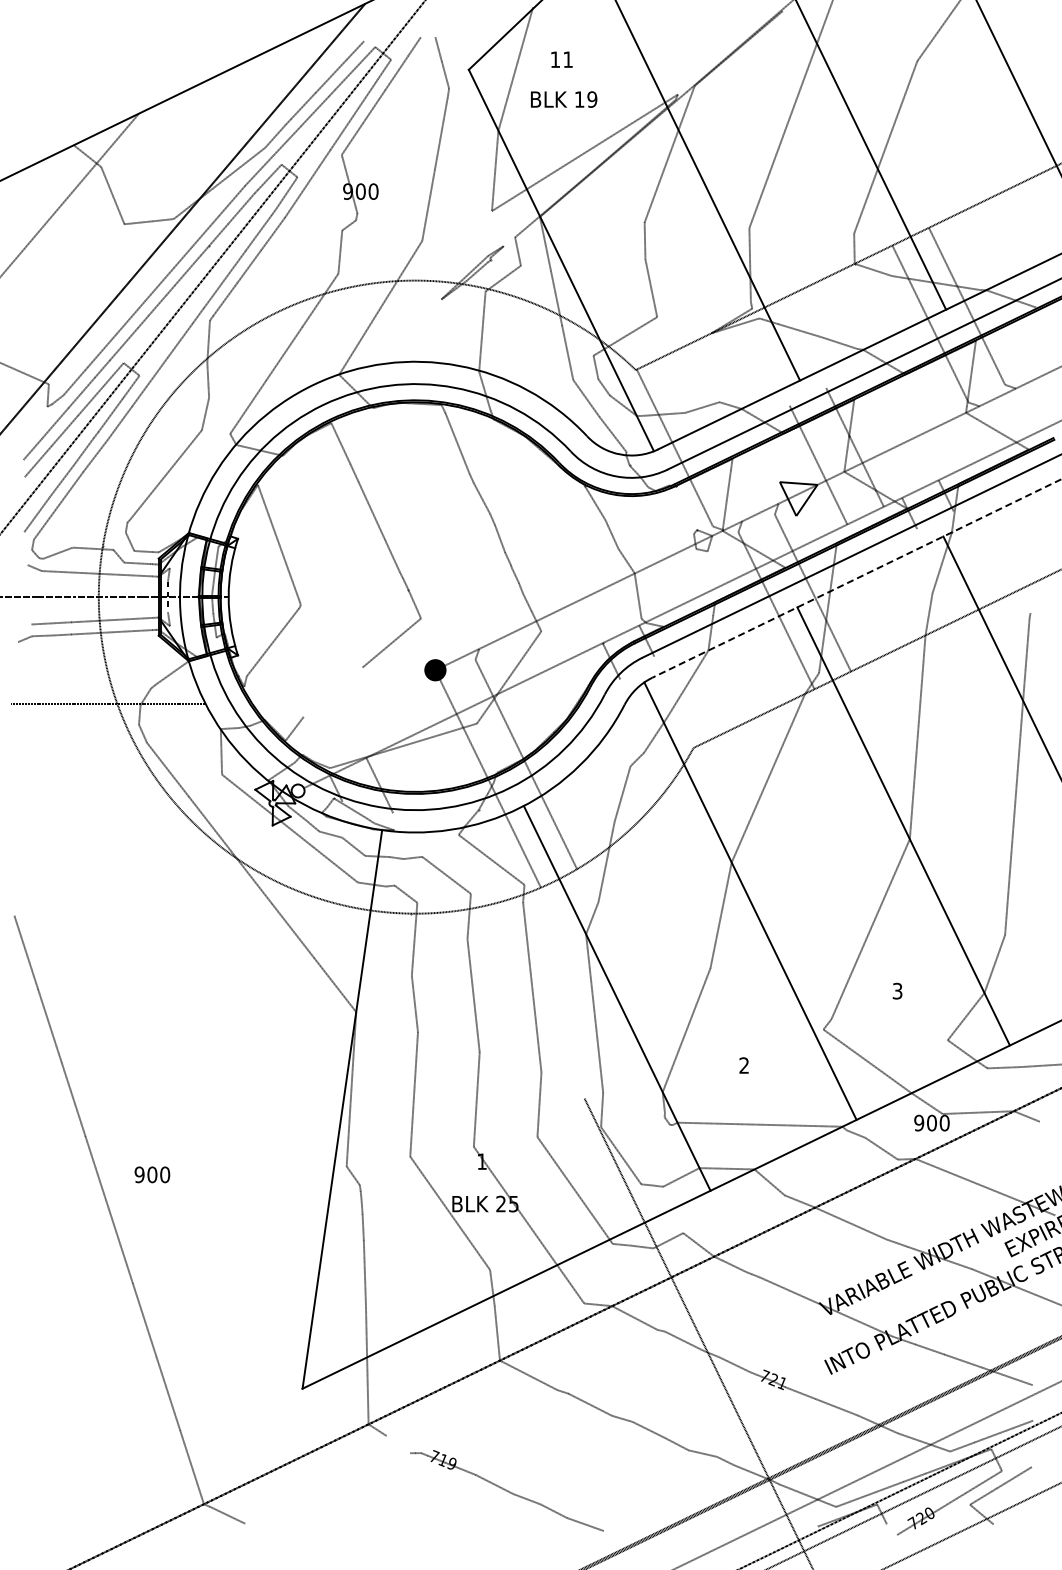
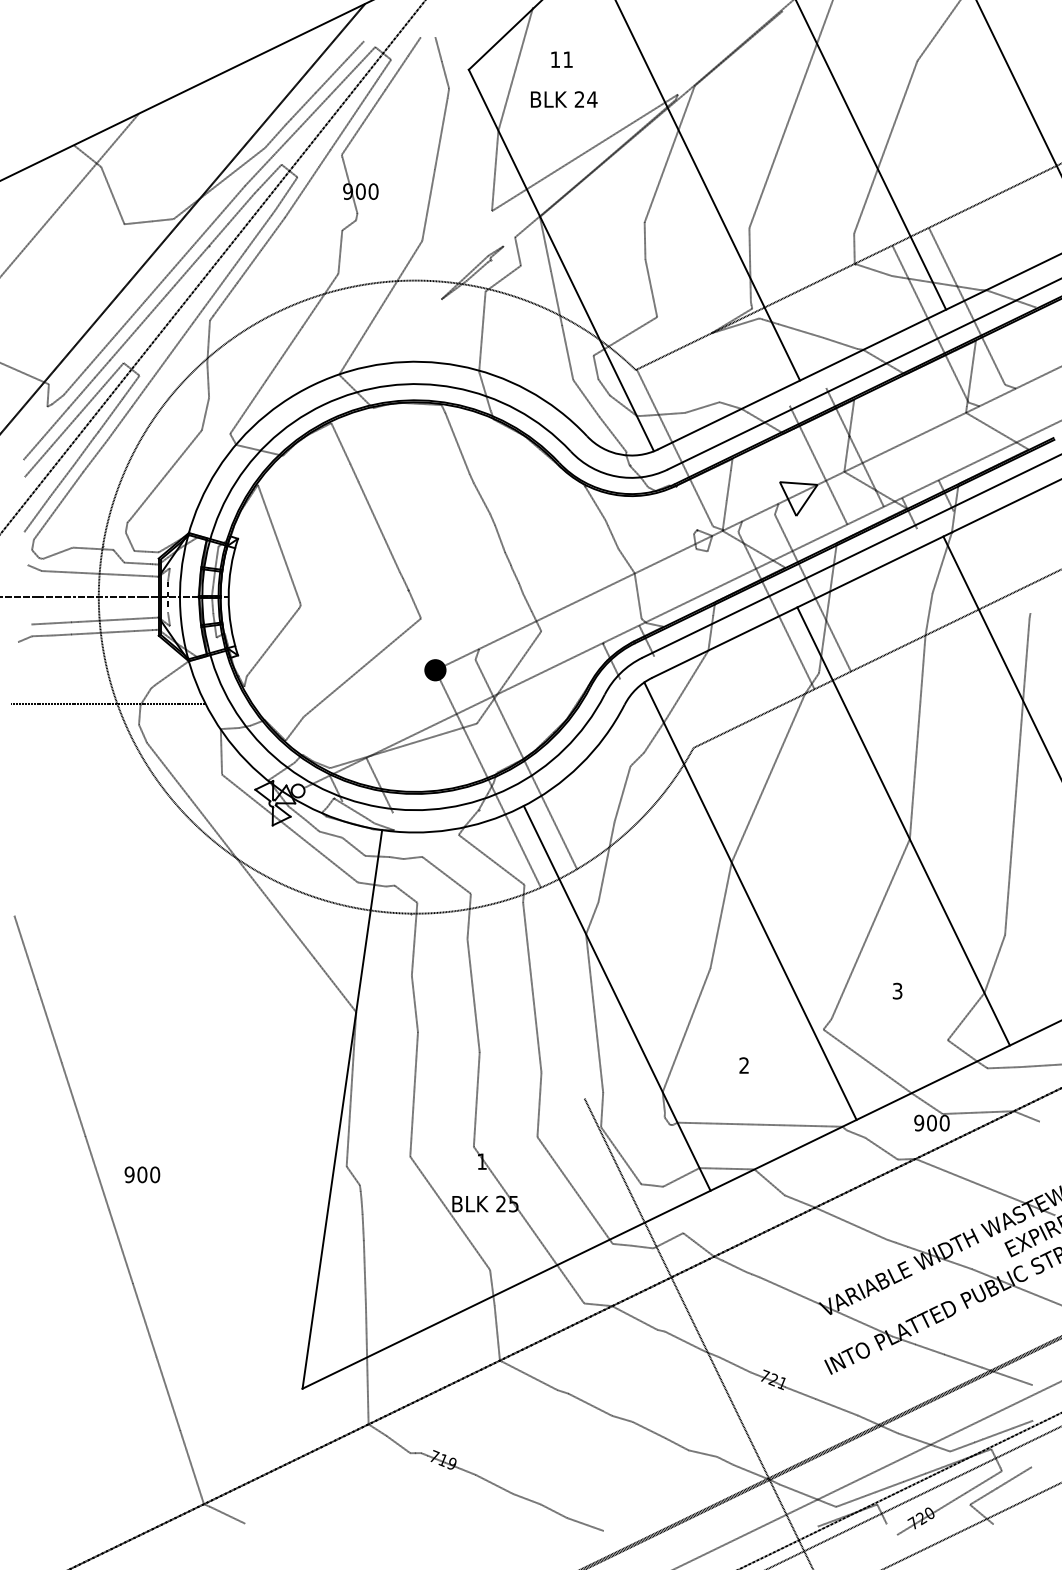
text at (585, 99): 19 -> 24
line at (856, 578): dashed -> solid
line at (332, 691): none -> present
text at (152, 1174) position: (152, 1174) -> (142, 1174)
line at (398, 1444): none -> present
